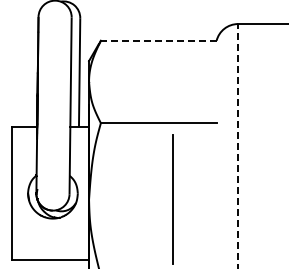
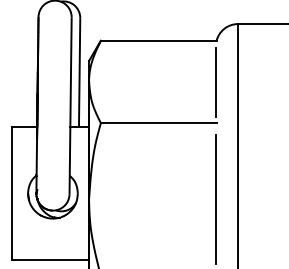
line at (158, 40): dashed -> solid
line at (215, 82): none -> present
line at (238, 146): dashed -> solid
line at (172, 199) position: (172, 199) -> (215, 199)
